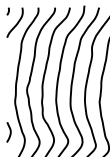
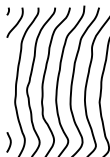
curve at (9, 132) position: (9, 132) -> (9, 142)
